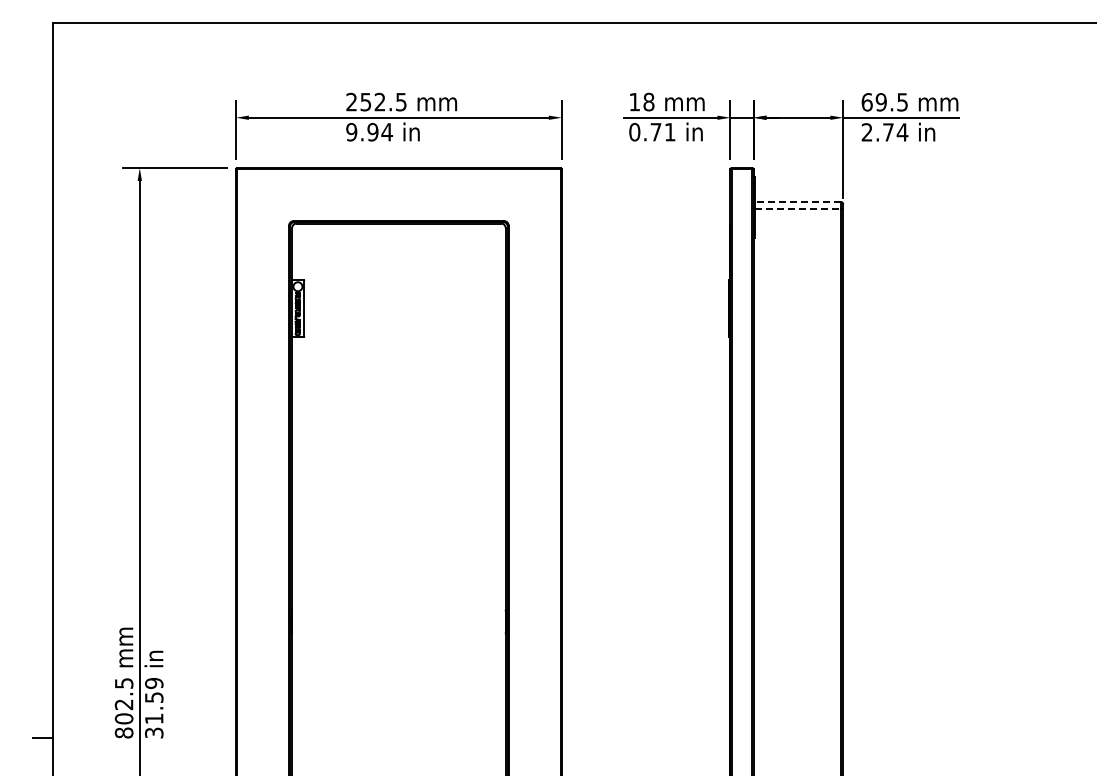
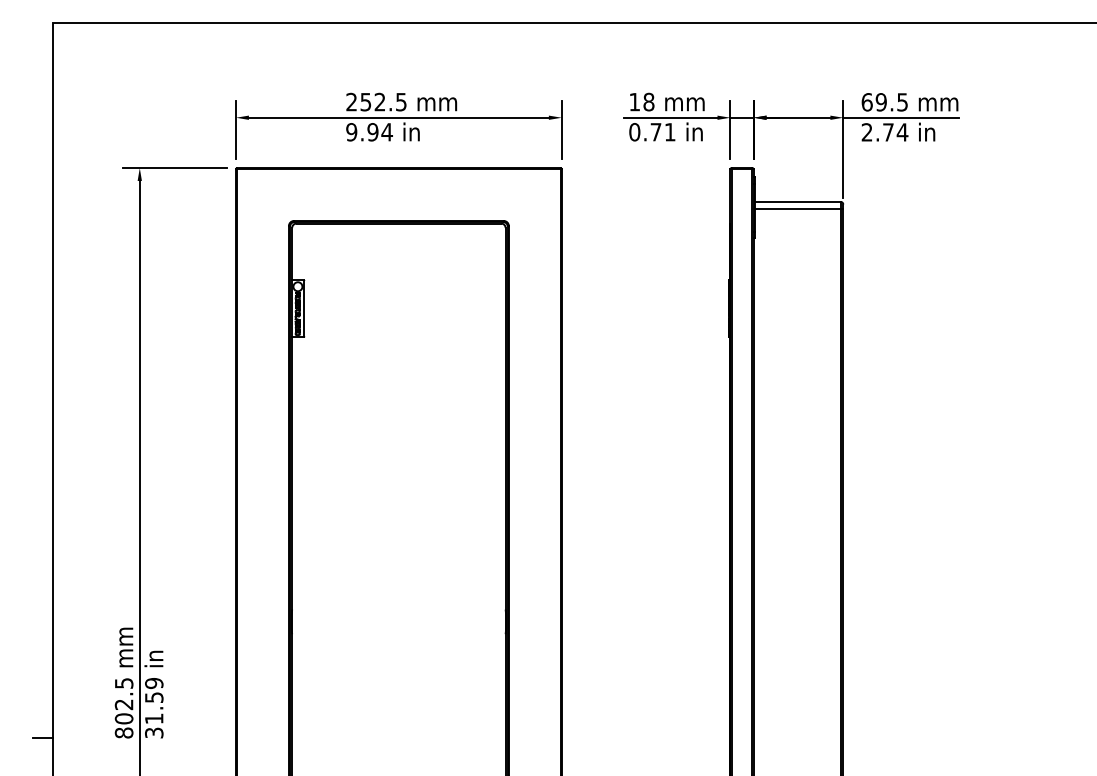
line at (797, 201): dashed -> solid
line at (797, 208): dashed -> solid
